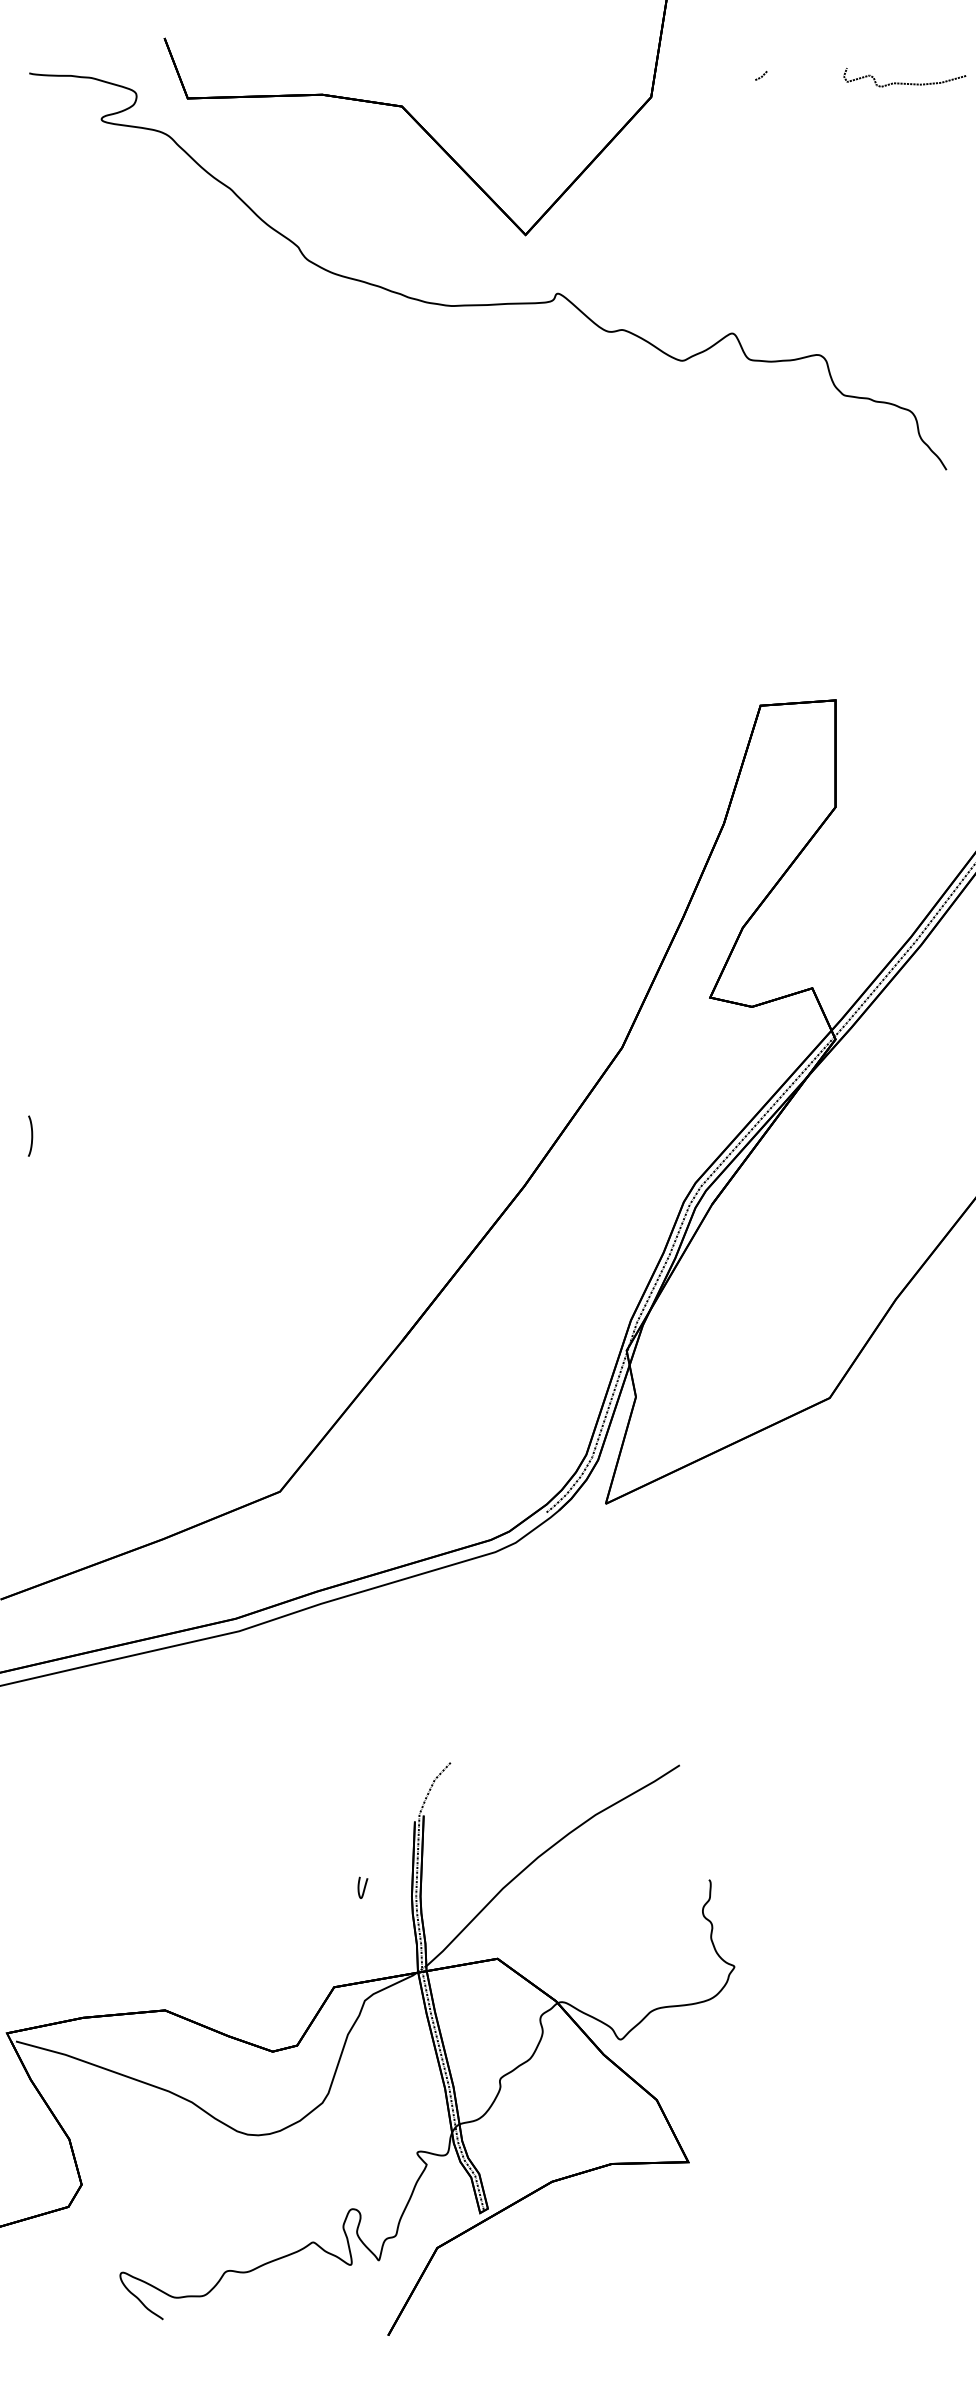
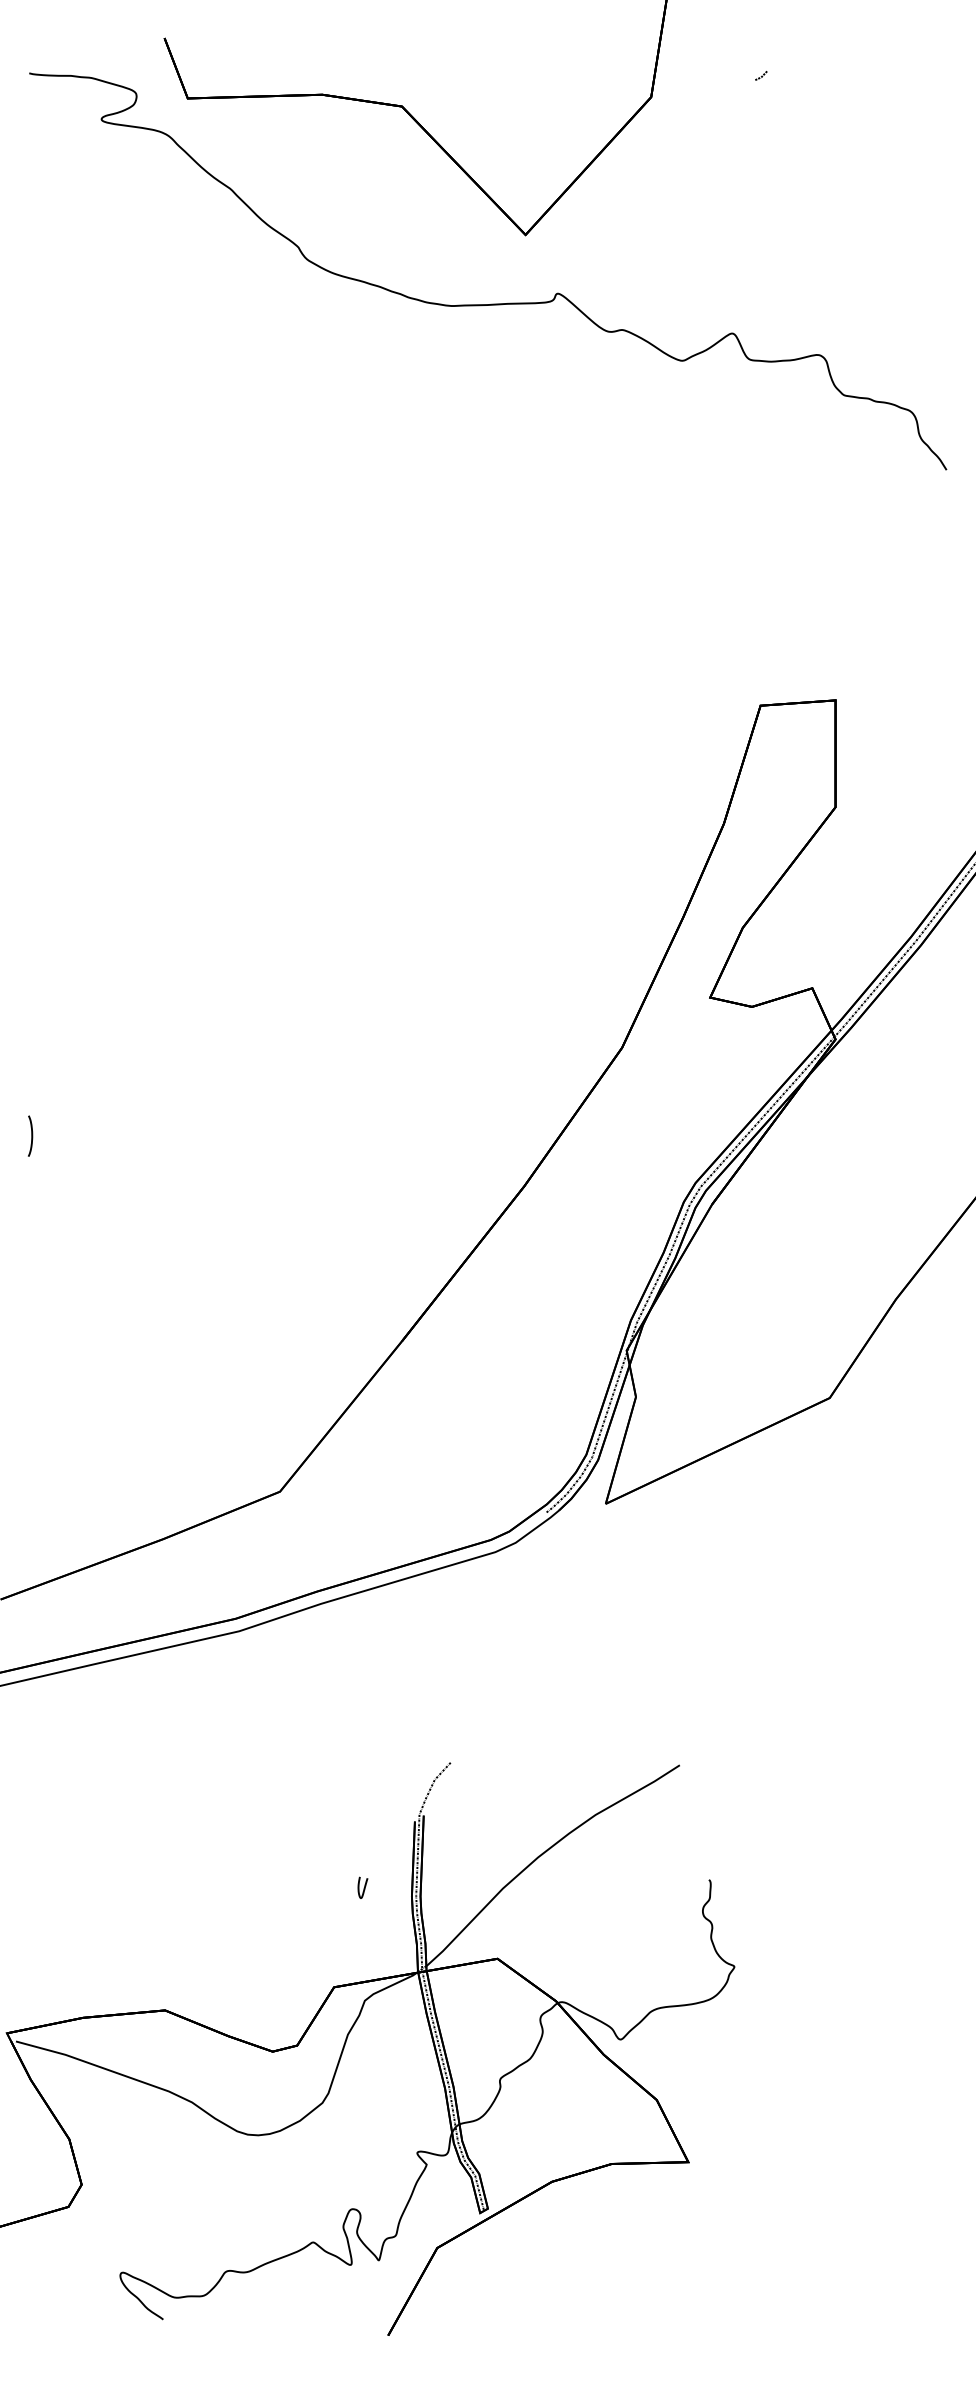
curve at (904, 82): present -> none
